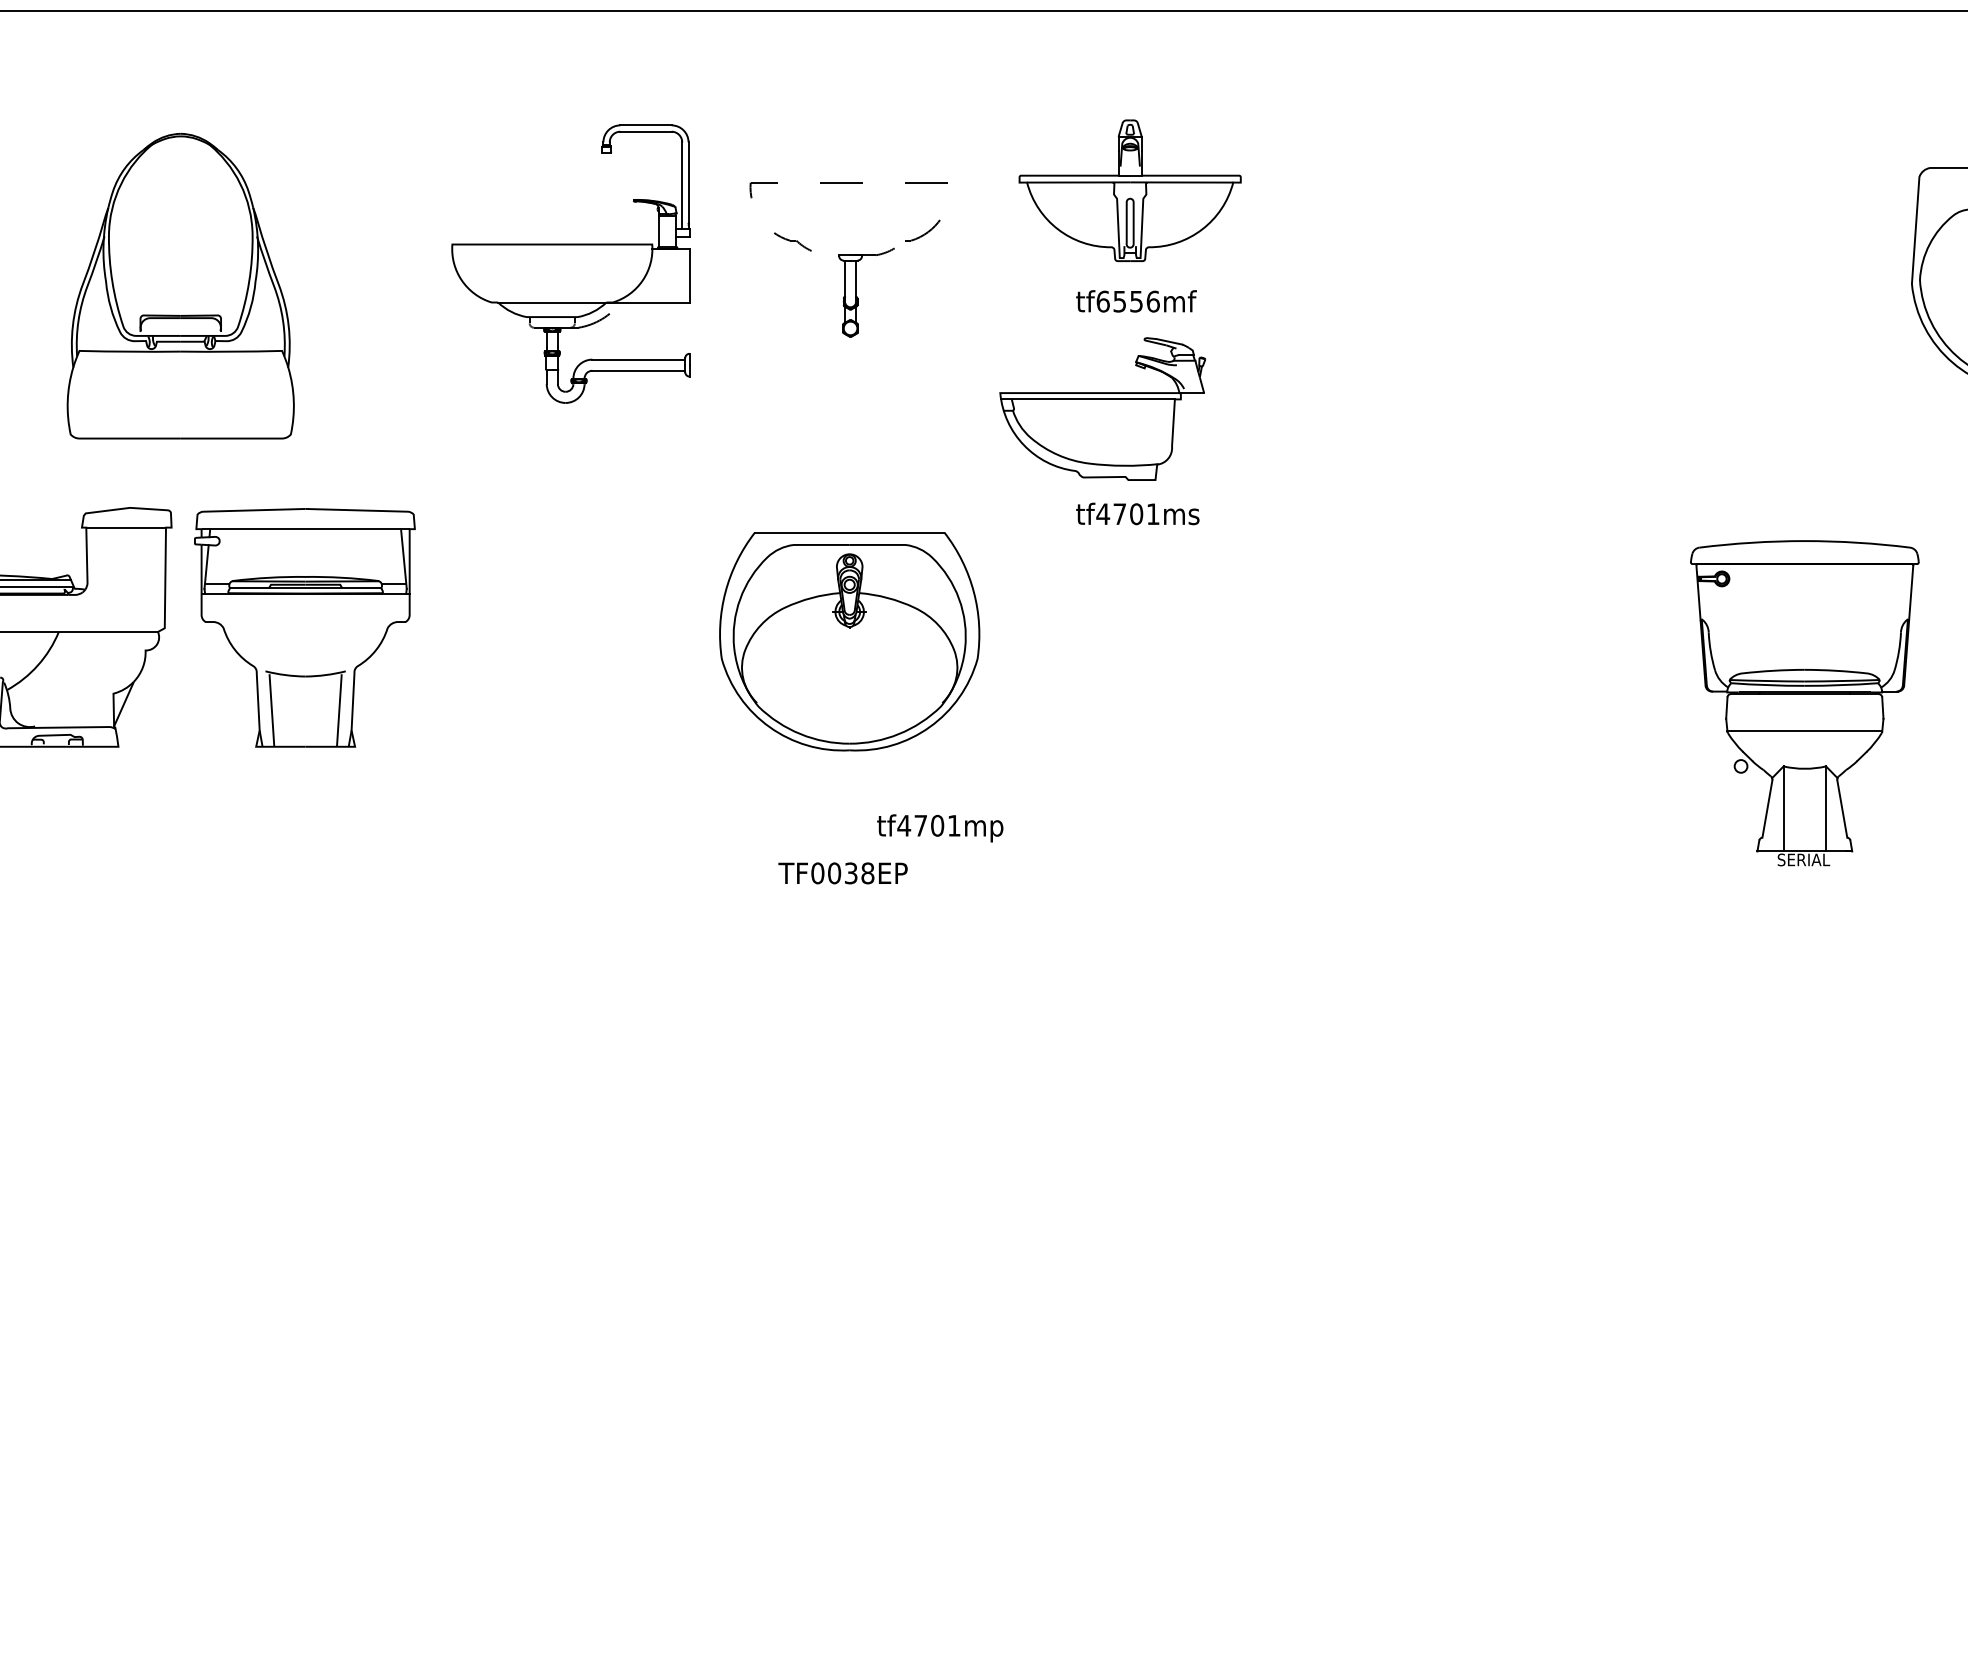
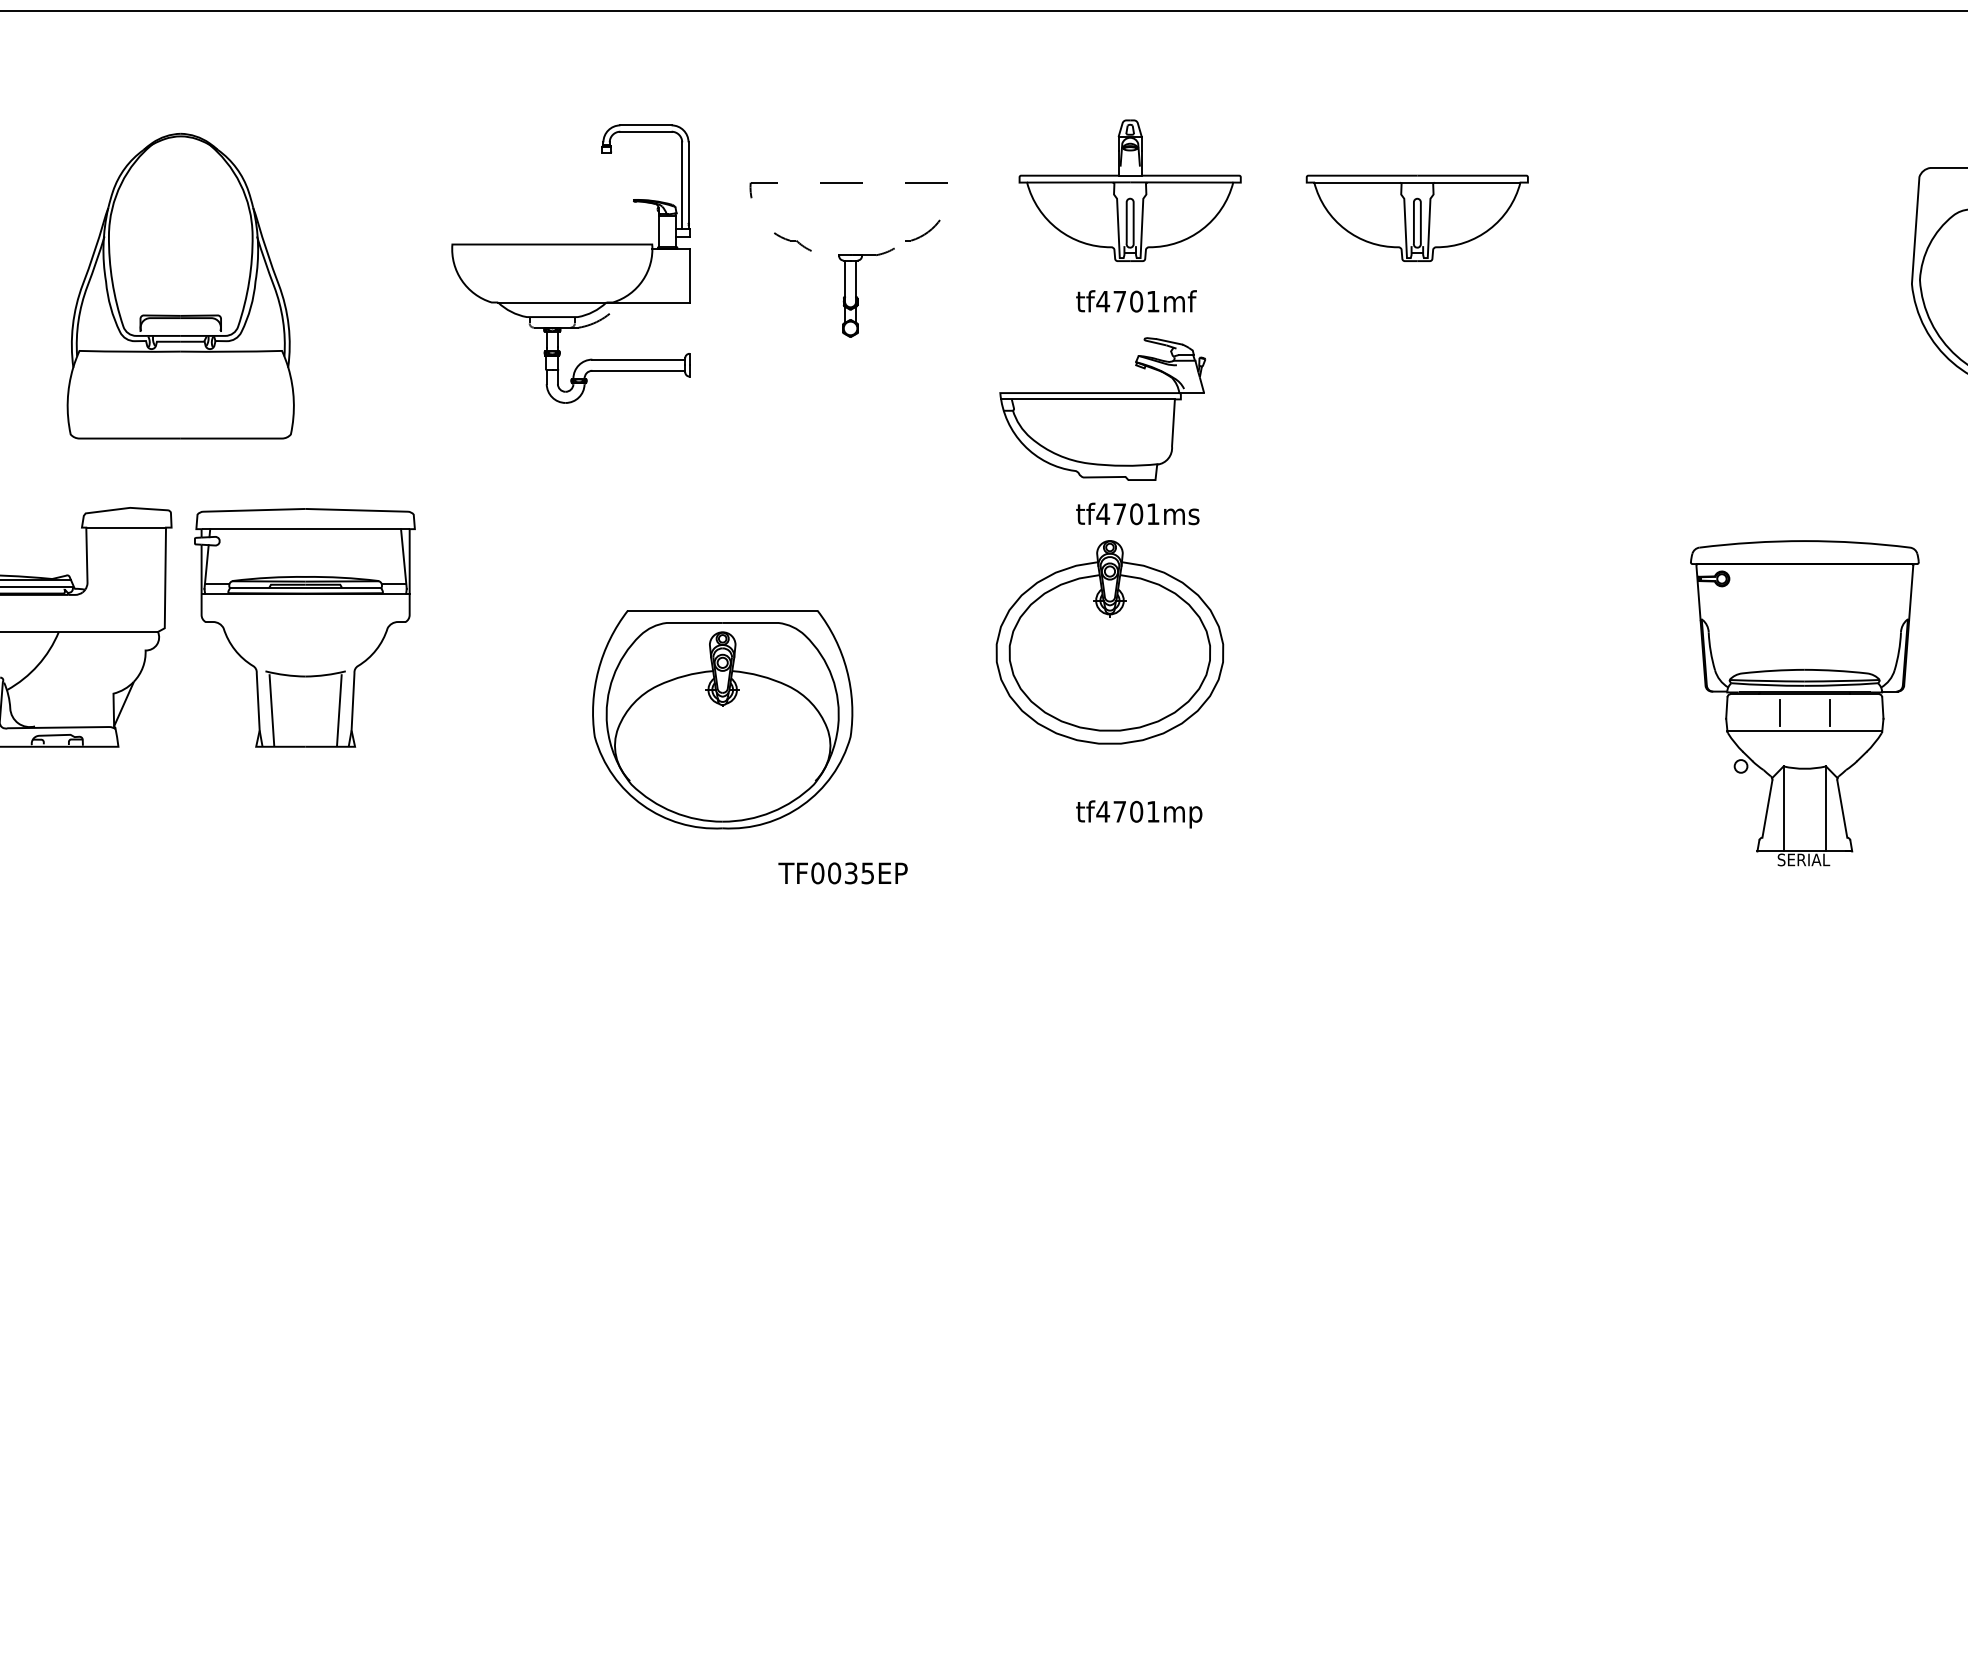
part at (1416, 217): none -> present
text at (1127, 301): tf6556mf -> tf4701mf
part at (849, 641) position: (849, 641) -> (722, 719)
part at (1109, 642): none -> present
line at (1779, 712): none -> present
line at (1830, 712): none -> present
text at (940, 828) position: (940, 828) -> (1139, 814)
text at (867, 873): TF0038EP -> TF0035EP
